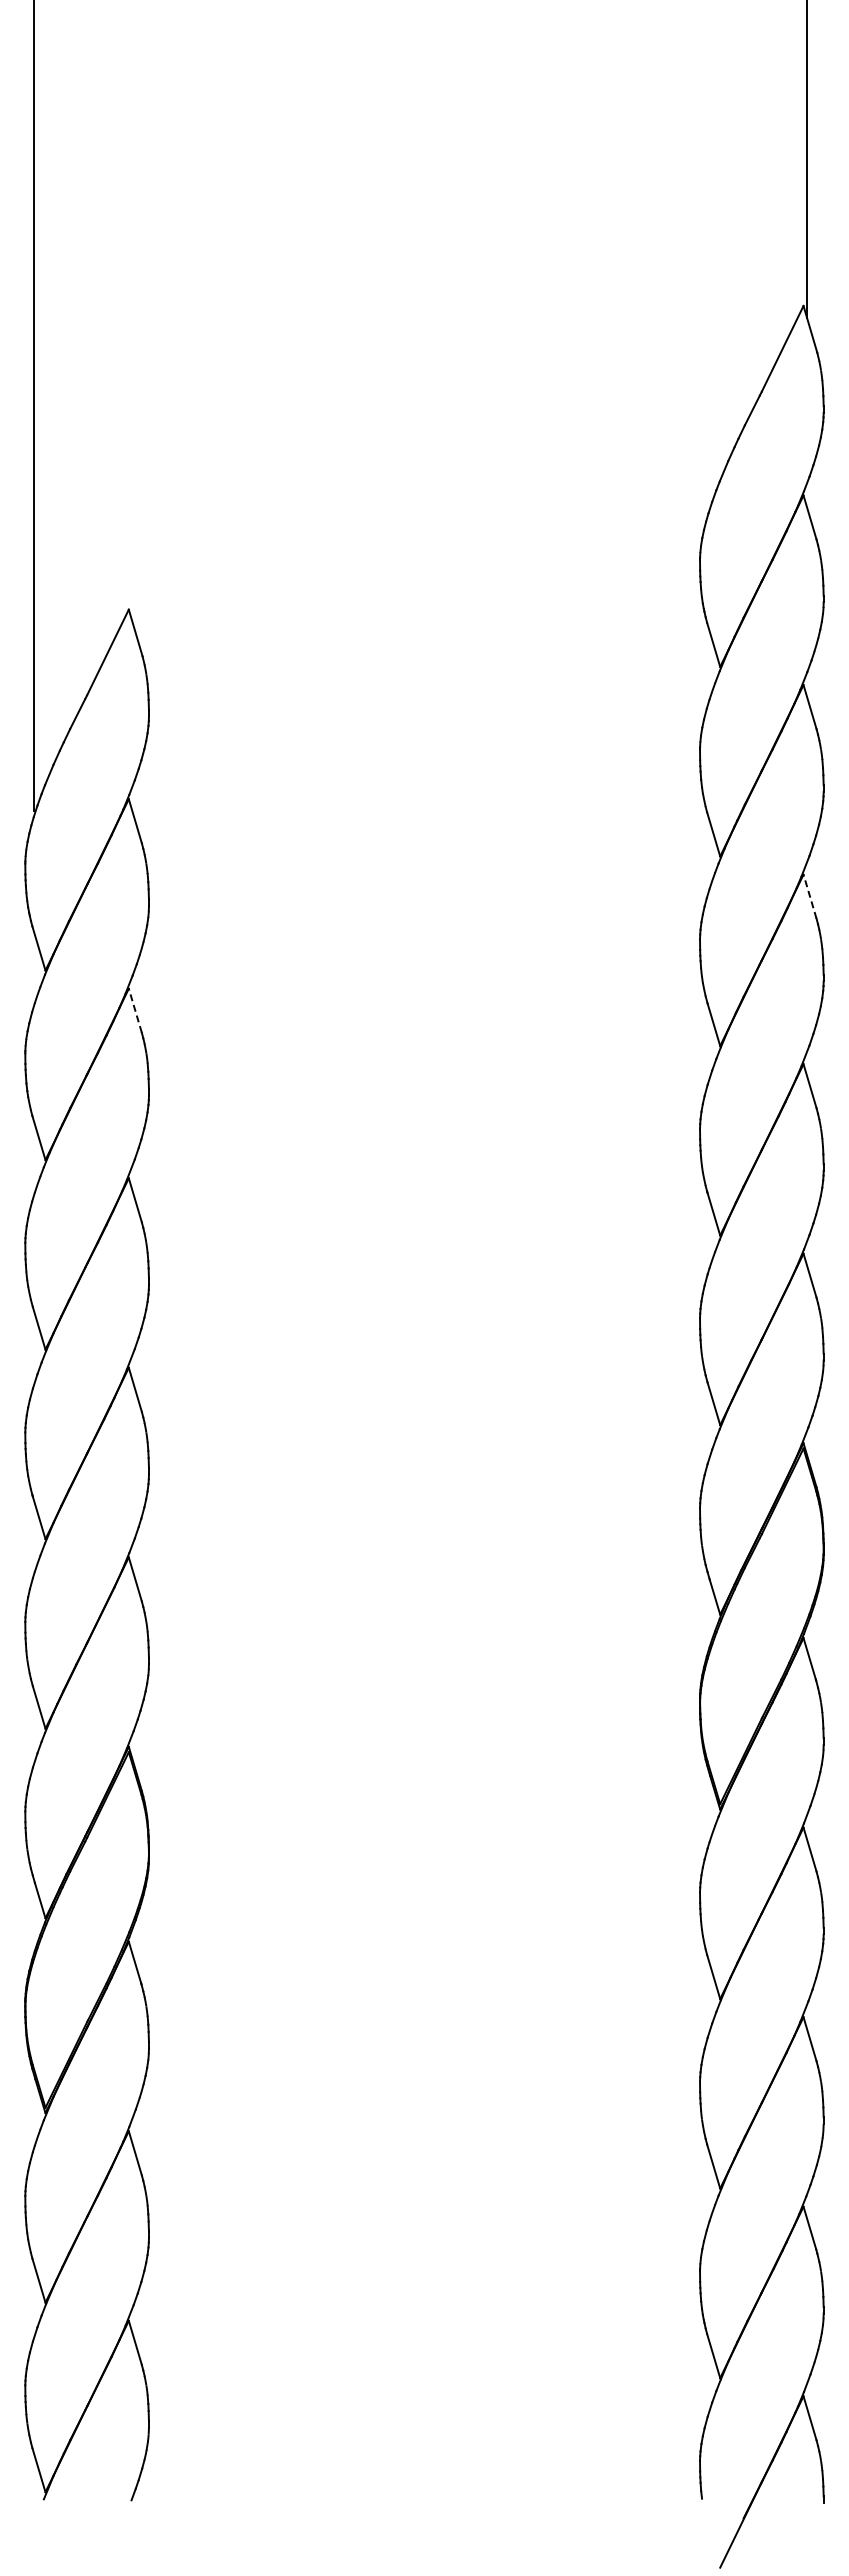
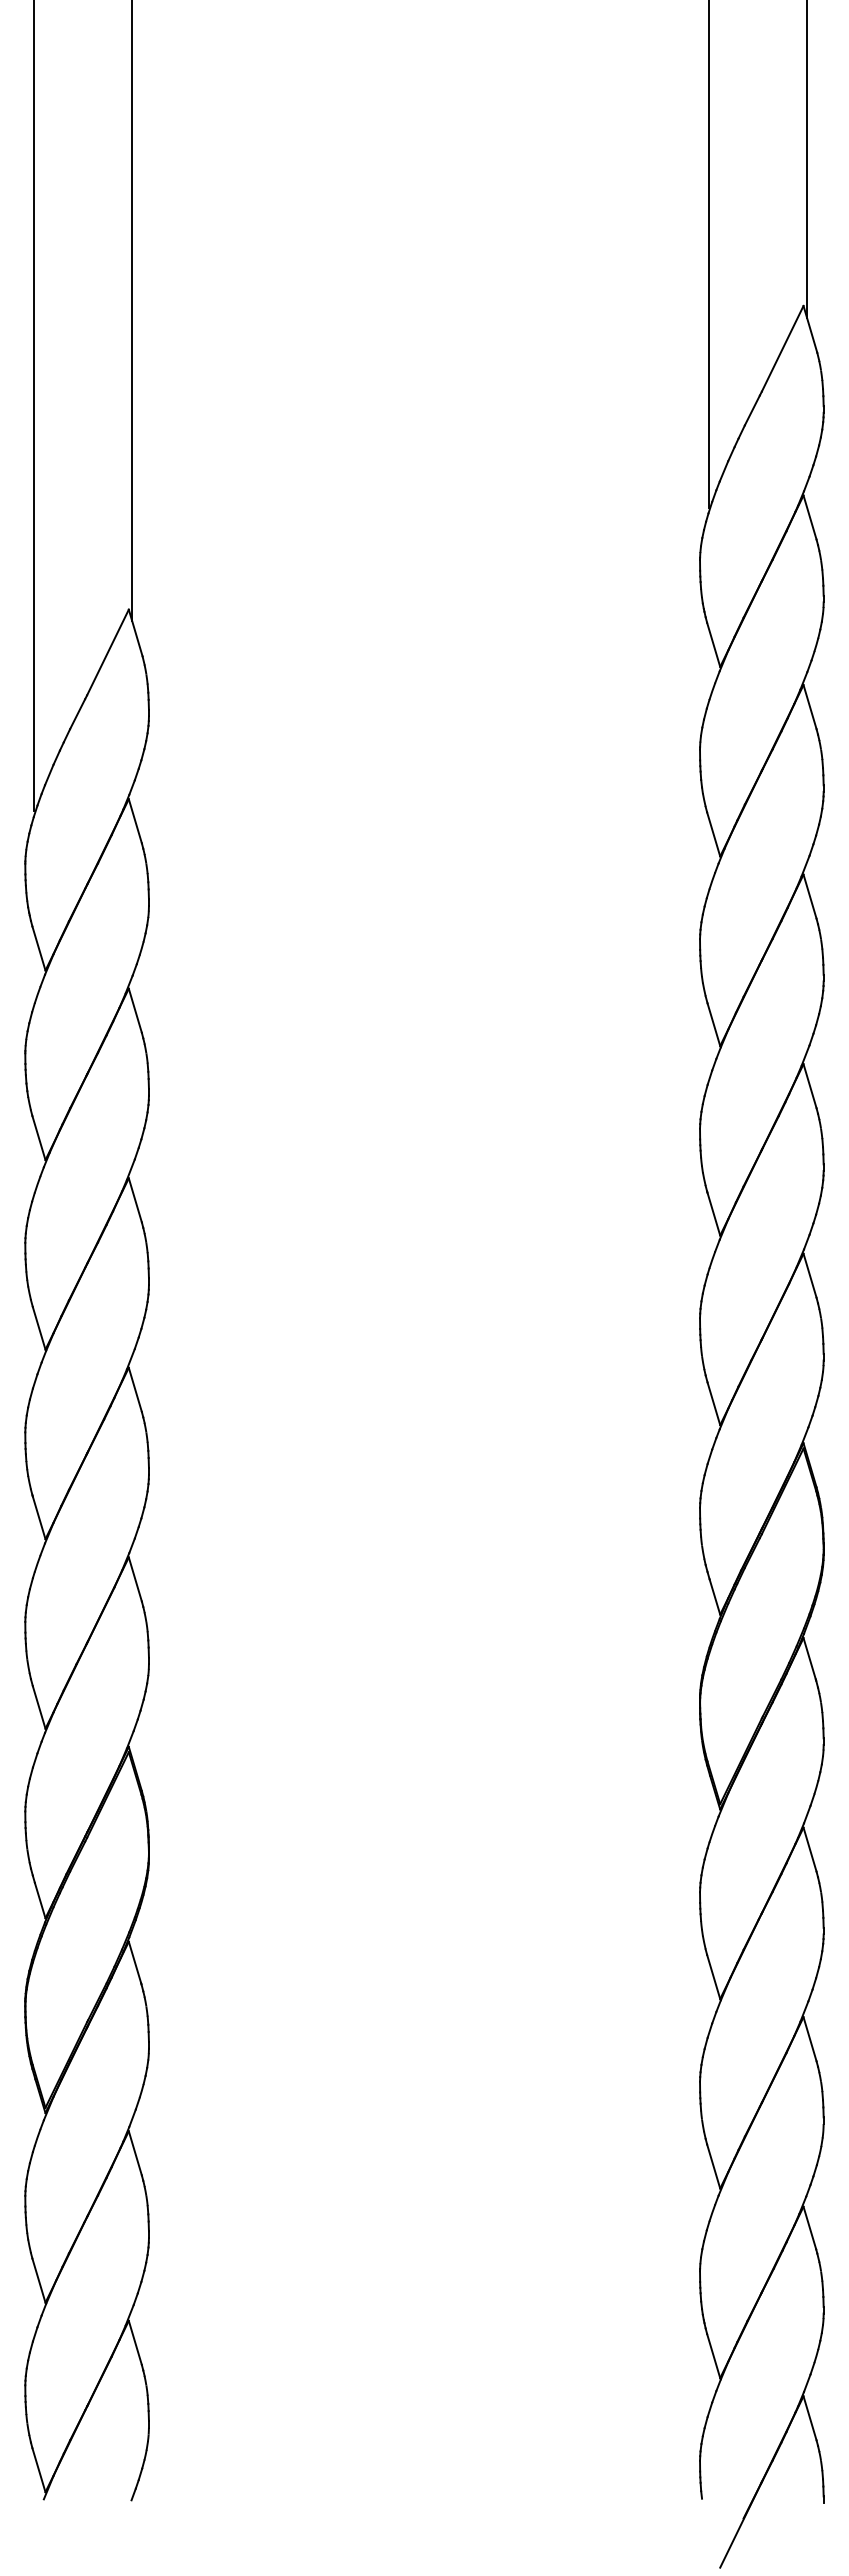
line at (708, 254): none -> present
line at (132, 311): none -> present
line at (809, 896): dashed -> solid
line at (135, 1010): dashed -> solid
